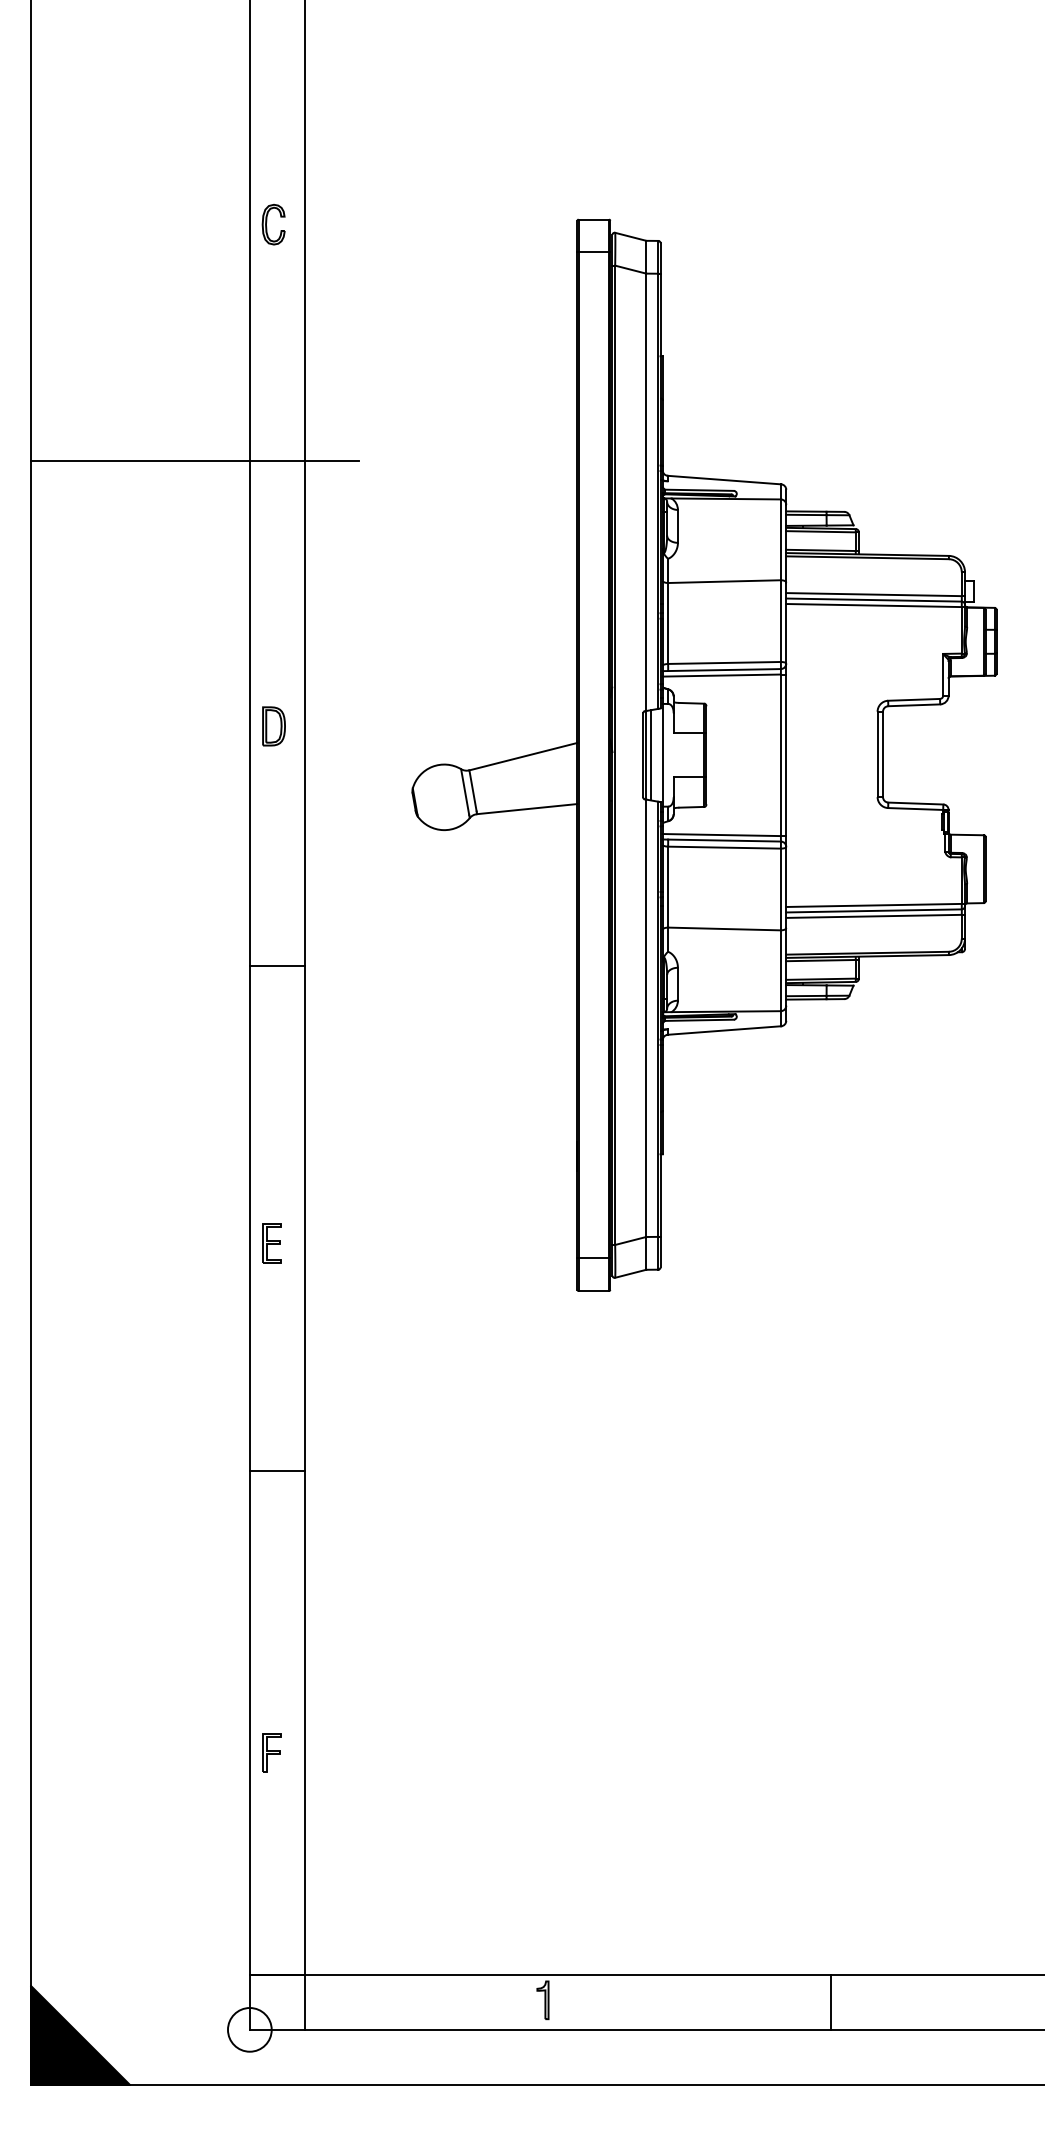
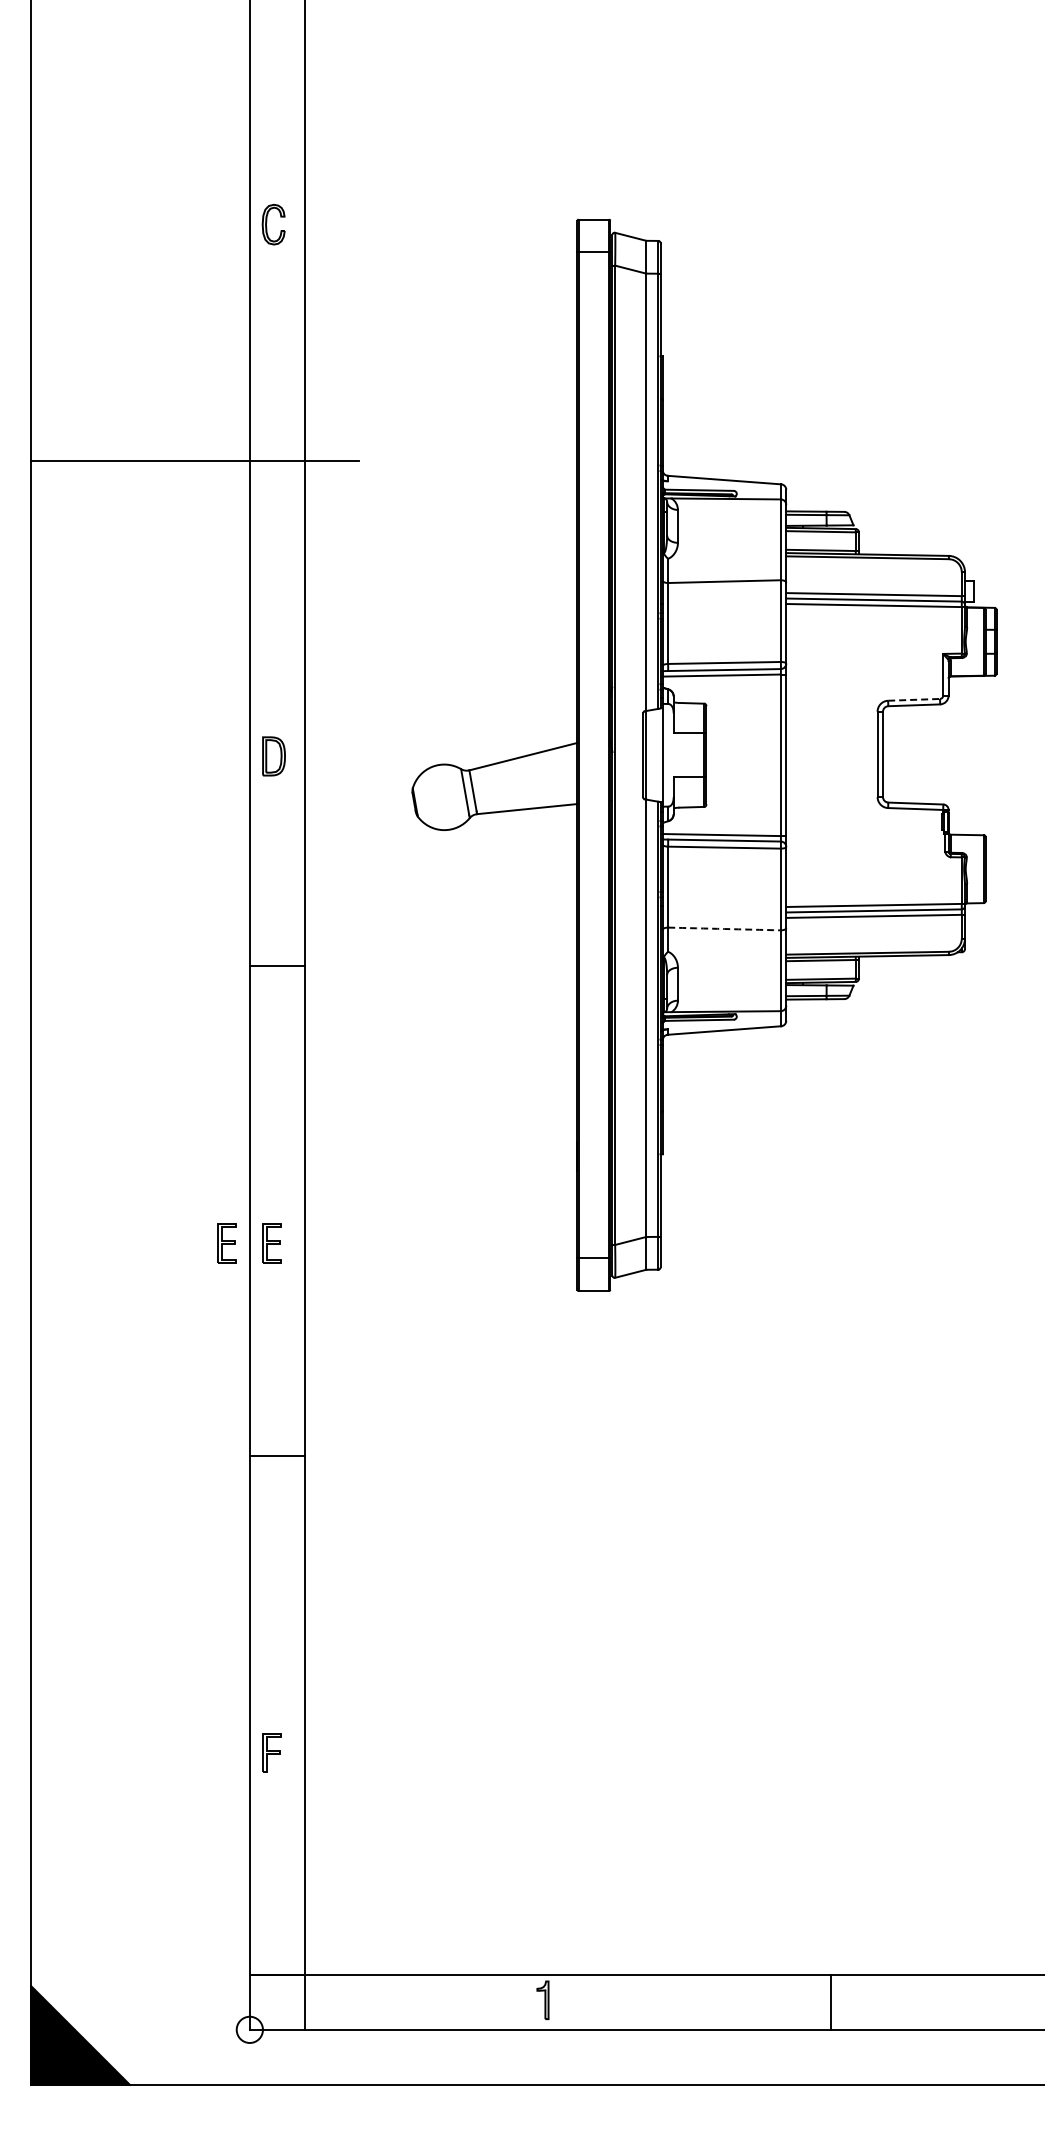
line at (914, 699): solid -> dashed
part at (273, 726) position: (273, 726) -> (273, 756)
line at (651, 755): present -> none
arc at (724, 929): solid -> dashed
part at (226, 1243): none -> present
line at (276, 1470) position: (276, 1470) -> (276, 1455)
circle at (249, 2029) diameter: 44 px -> 26 px
